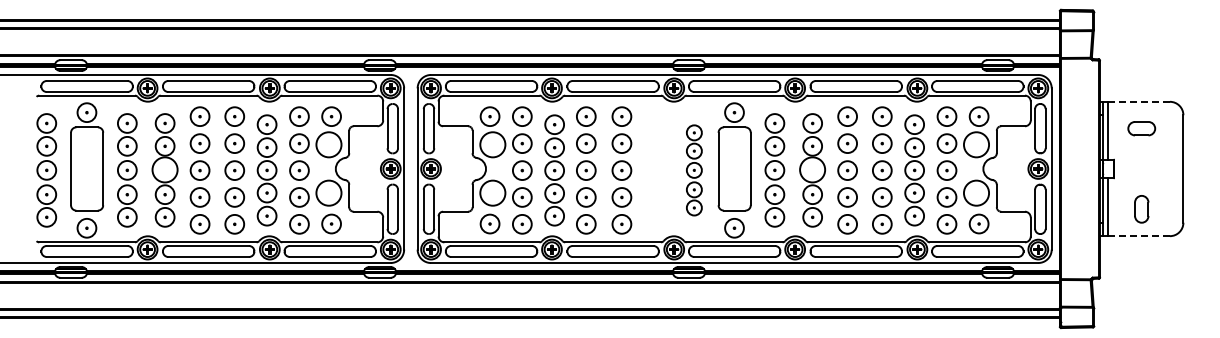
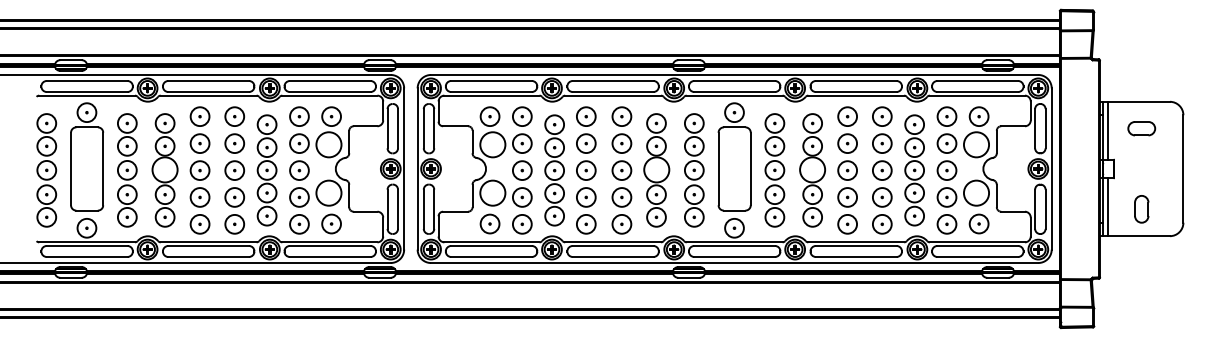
line at (1139, 101): dashed -> solid
part at (656, 170): none -> present
part at (694, 170) size: 17x93 px -> 21x115 px
line at (1139, 236): dashed -> solid
